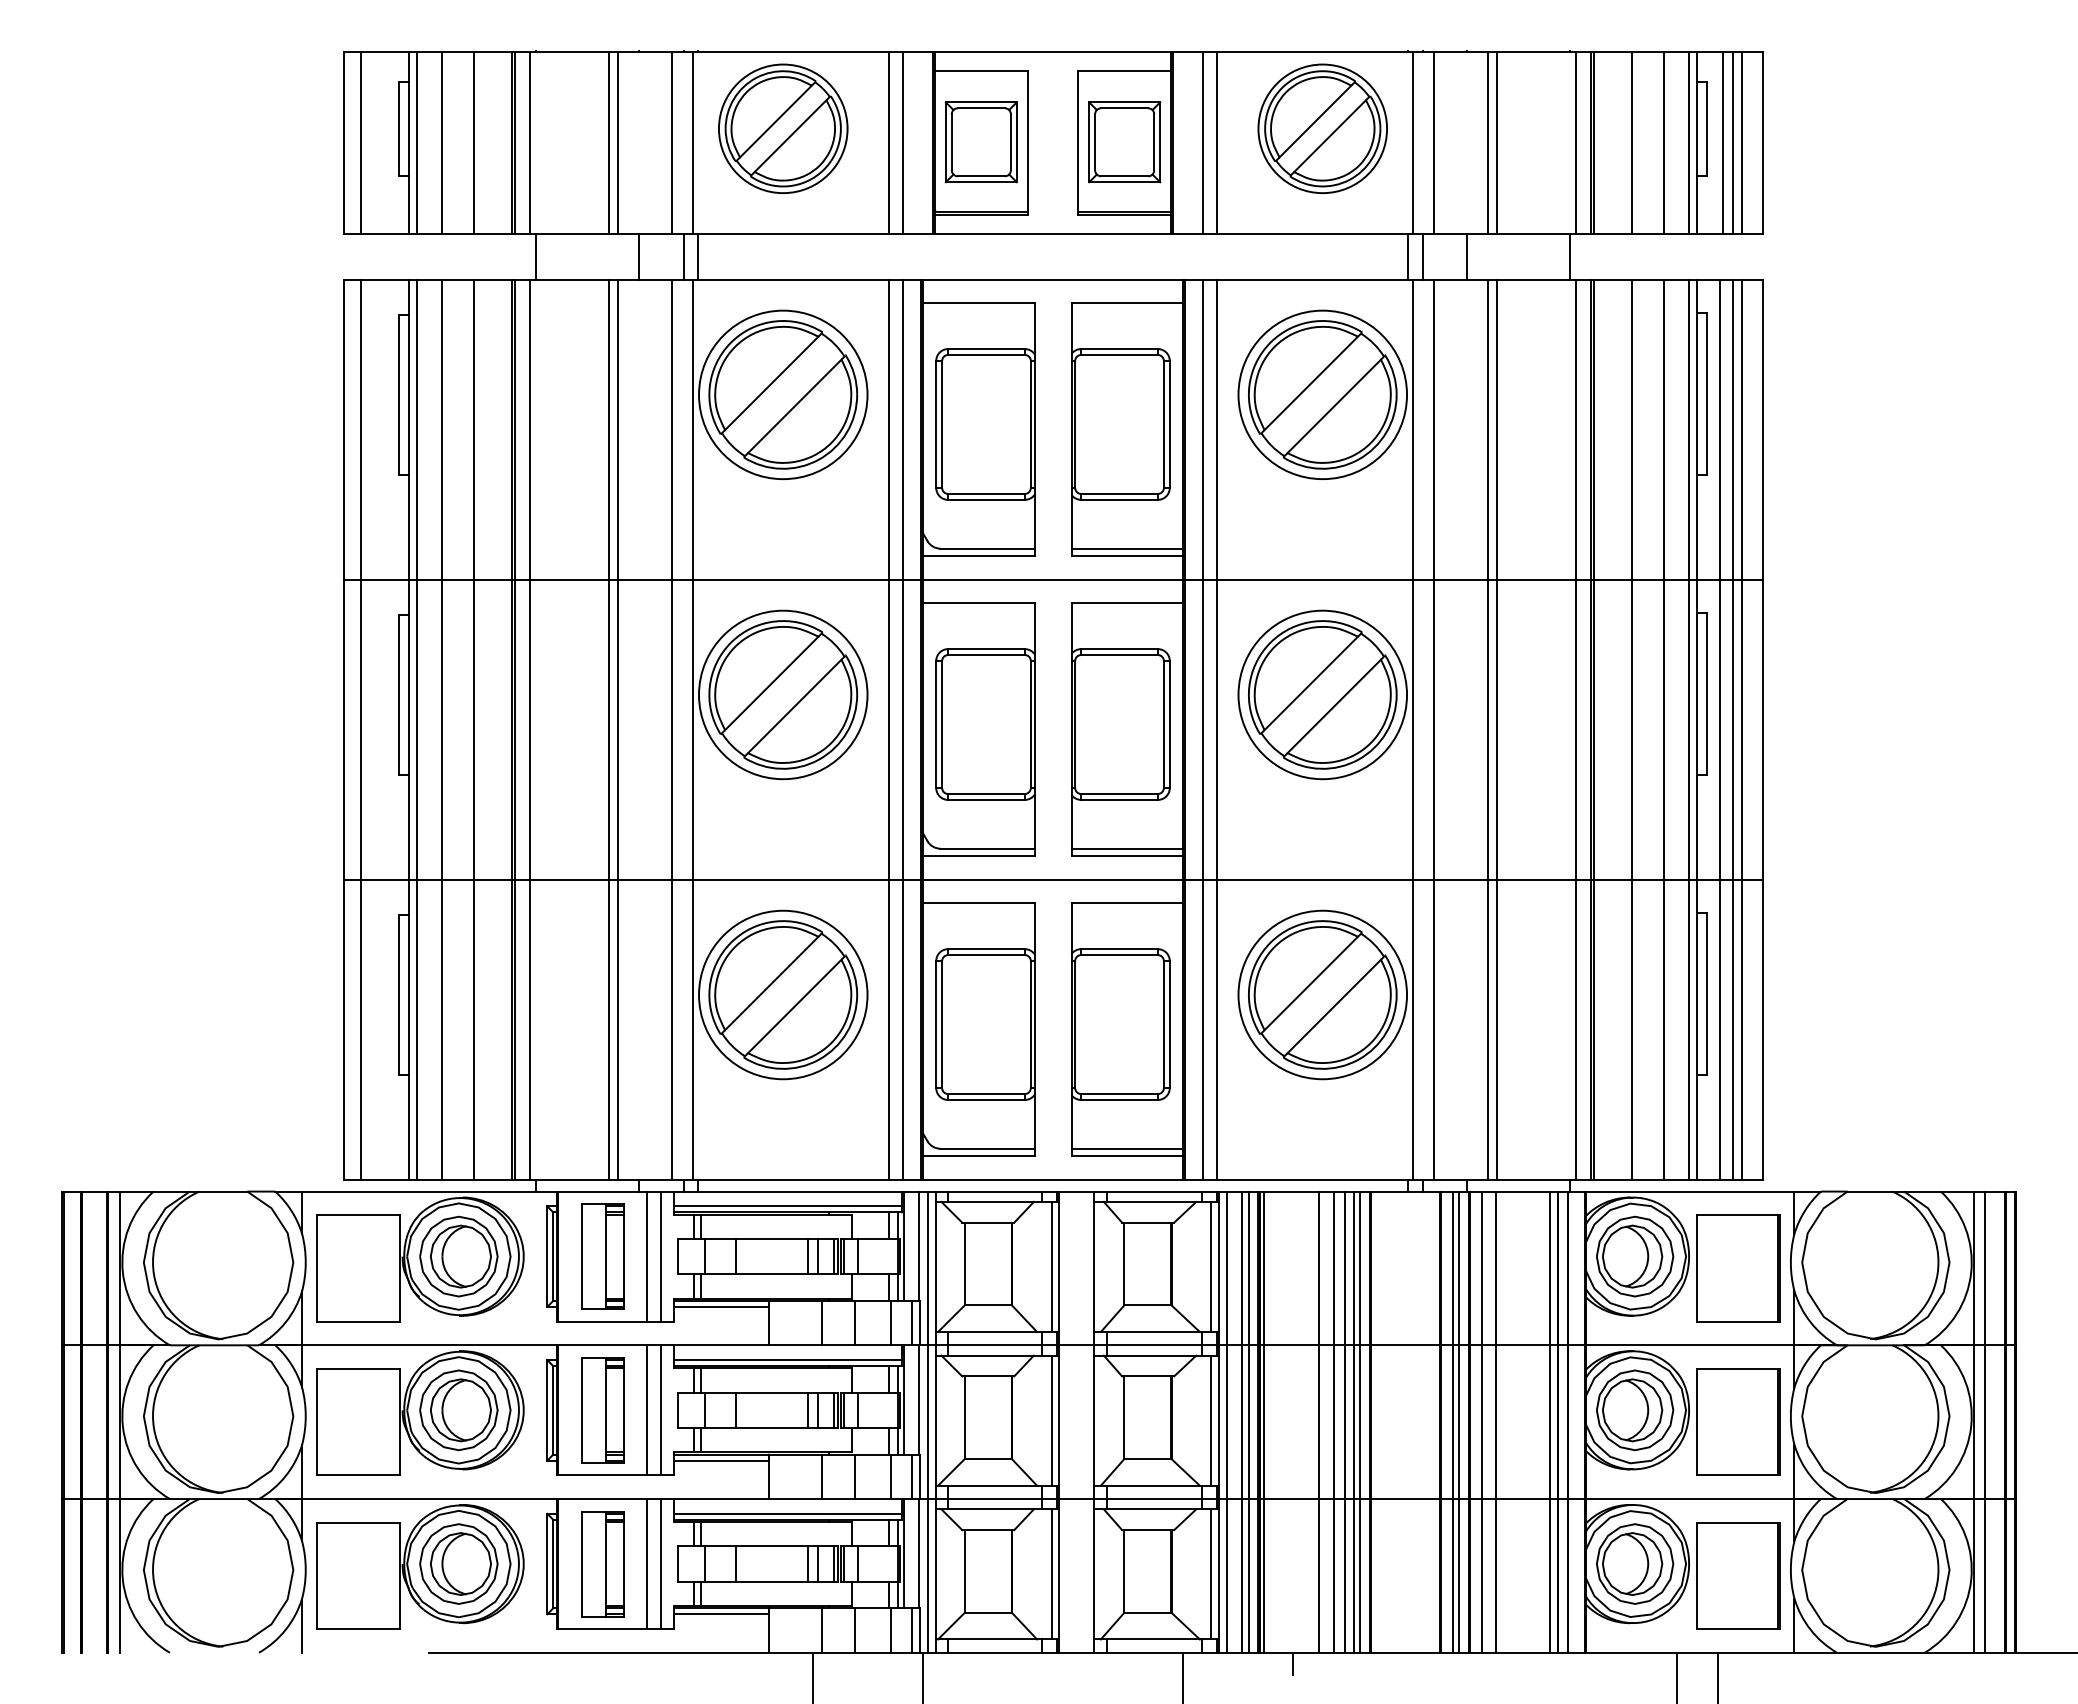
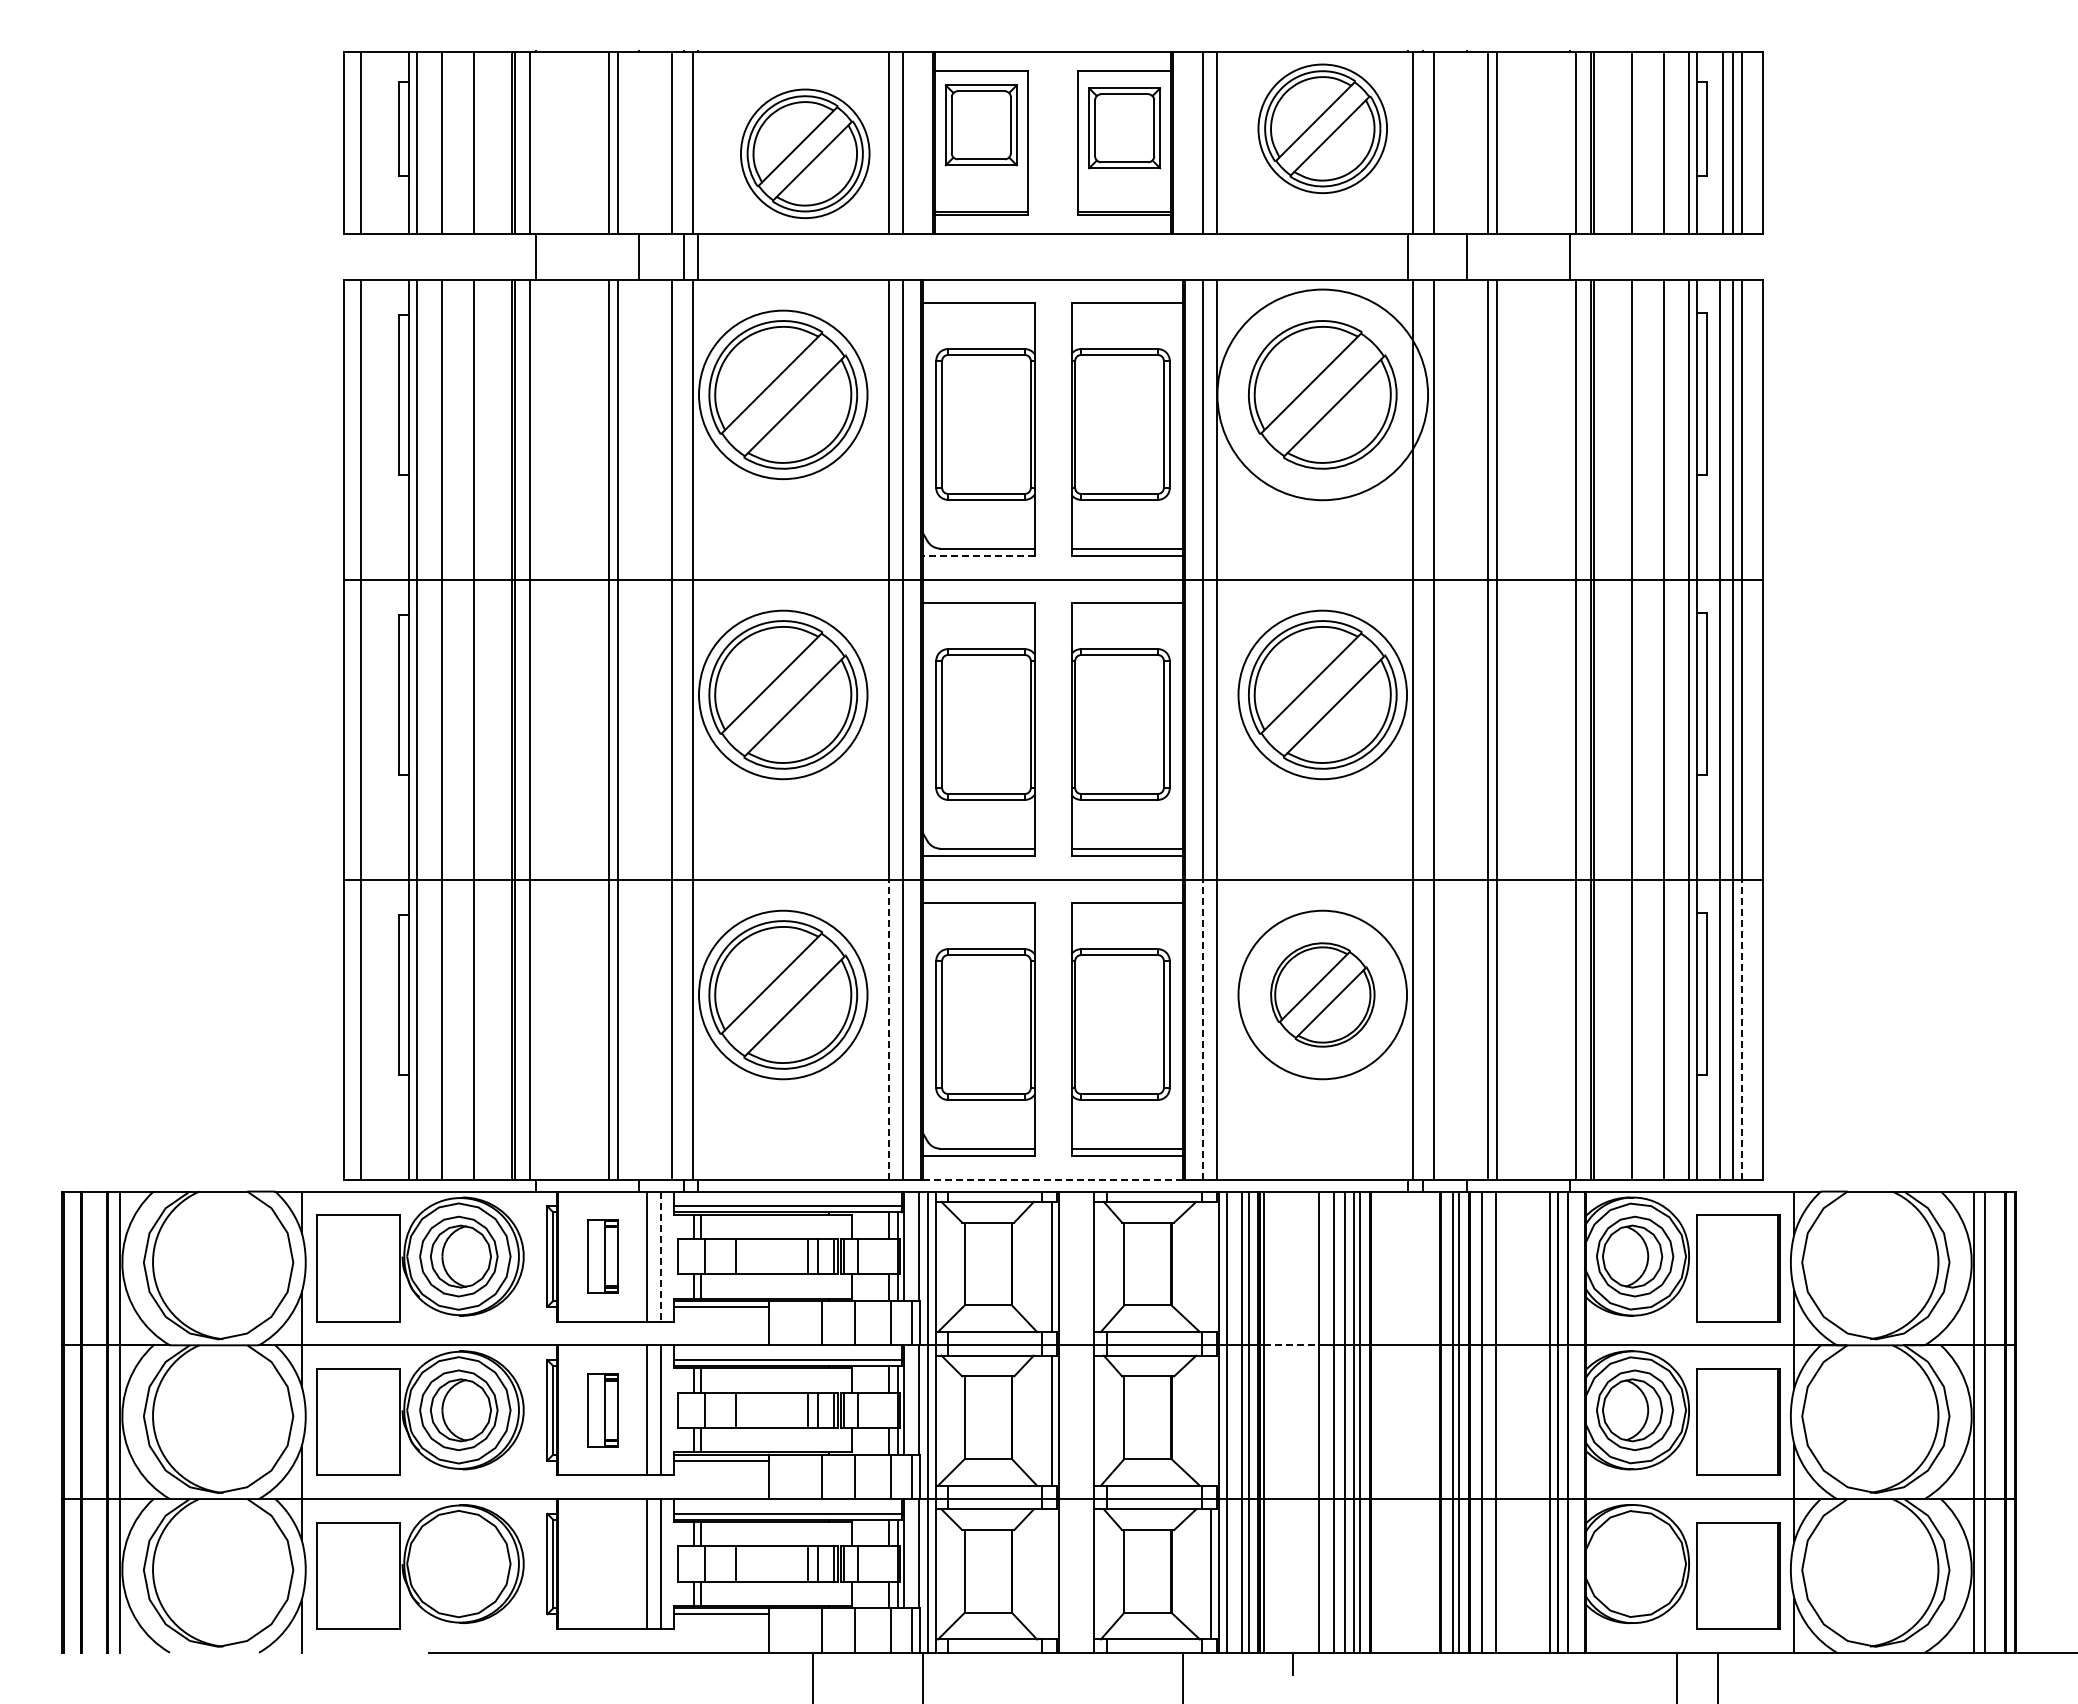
part at (783, 128) position: (783, 128) -> (805, 153)
part at (980, 142) position: (980, 142) -> (980, 125)
part at (1124, 142) position: (1124, 142) -> (1124, 128)
line at (1422, 256): present -> none
circle at (1322, 394) diameter: 169 px -> 211 px
line at (978, 556): solid -> dashed
part at (1322, 994) size: 150x150 px -> 106x106 px
line at (888, 1029): solid -> dashed
line at (1203, 1029): solid -> dashed
line at (1742, 1029): solid -> dashed
line at (1052, 1179): solid -> dashed
part at (602, 1256) size: 44x107 px -> 32x75 px
line at (661, 1257): solid -> dashed
line at (1211, 1266): present -> none
line at (1292, 1345): solid -> dashed
part at (602, 1410) size: 44x107 px -> 32x75 px
line at (1211, 1420): present -> none
part at (458, 1563): present -> none
part at (1635, 1563): present -> none
part at (602, 1564): present -> none
line at (1051, 1574): present -> none
